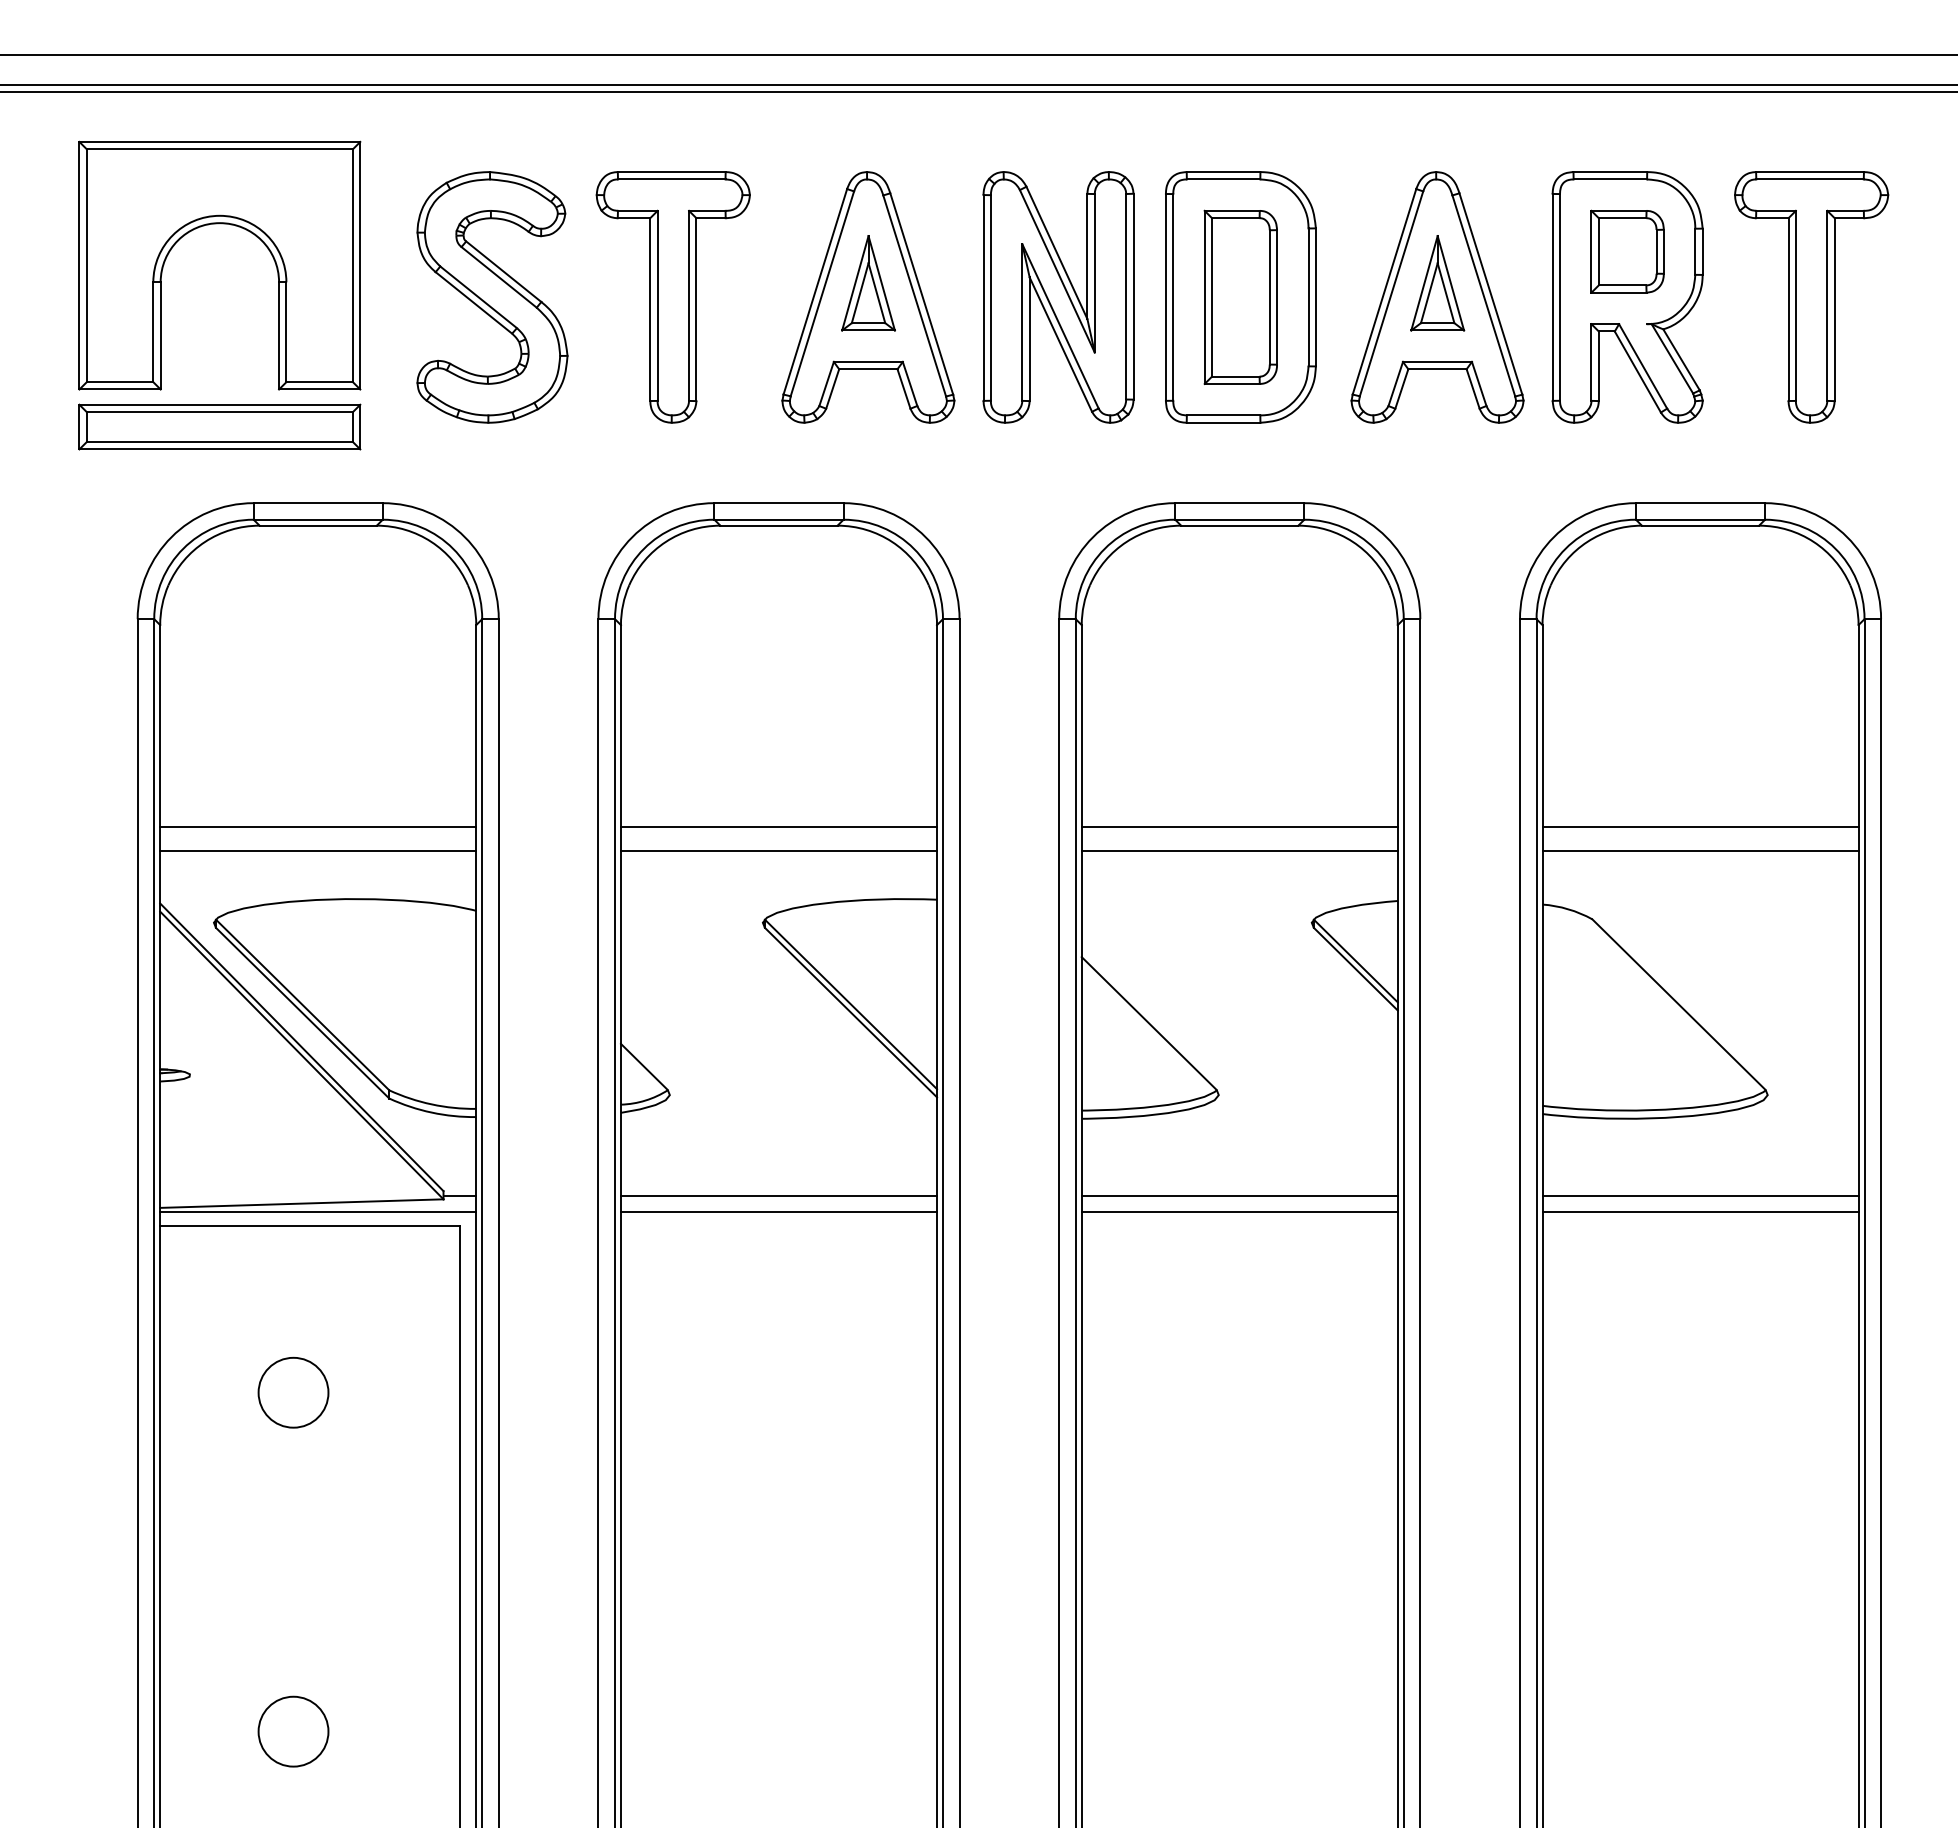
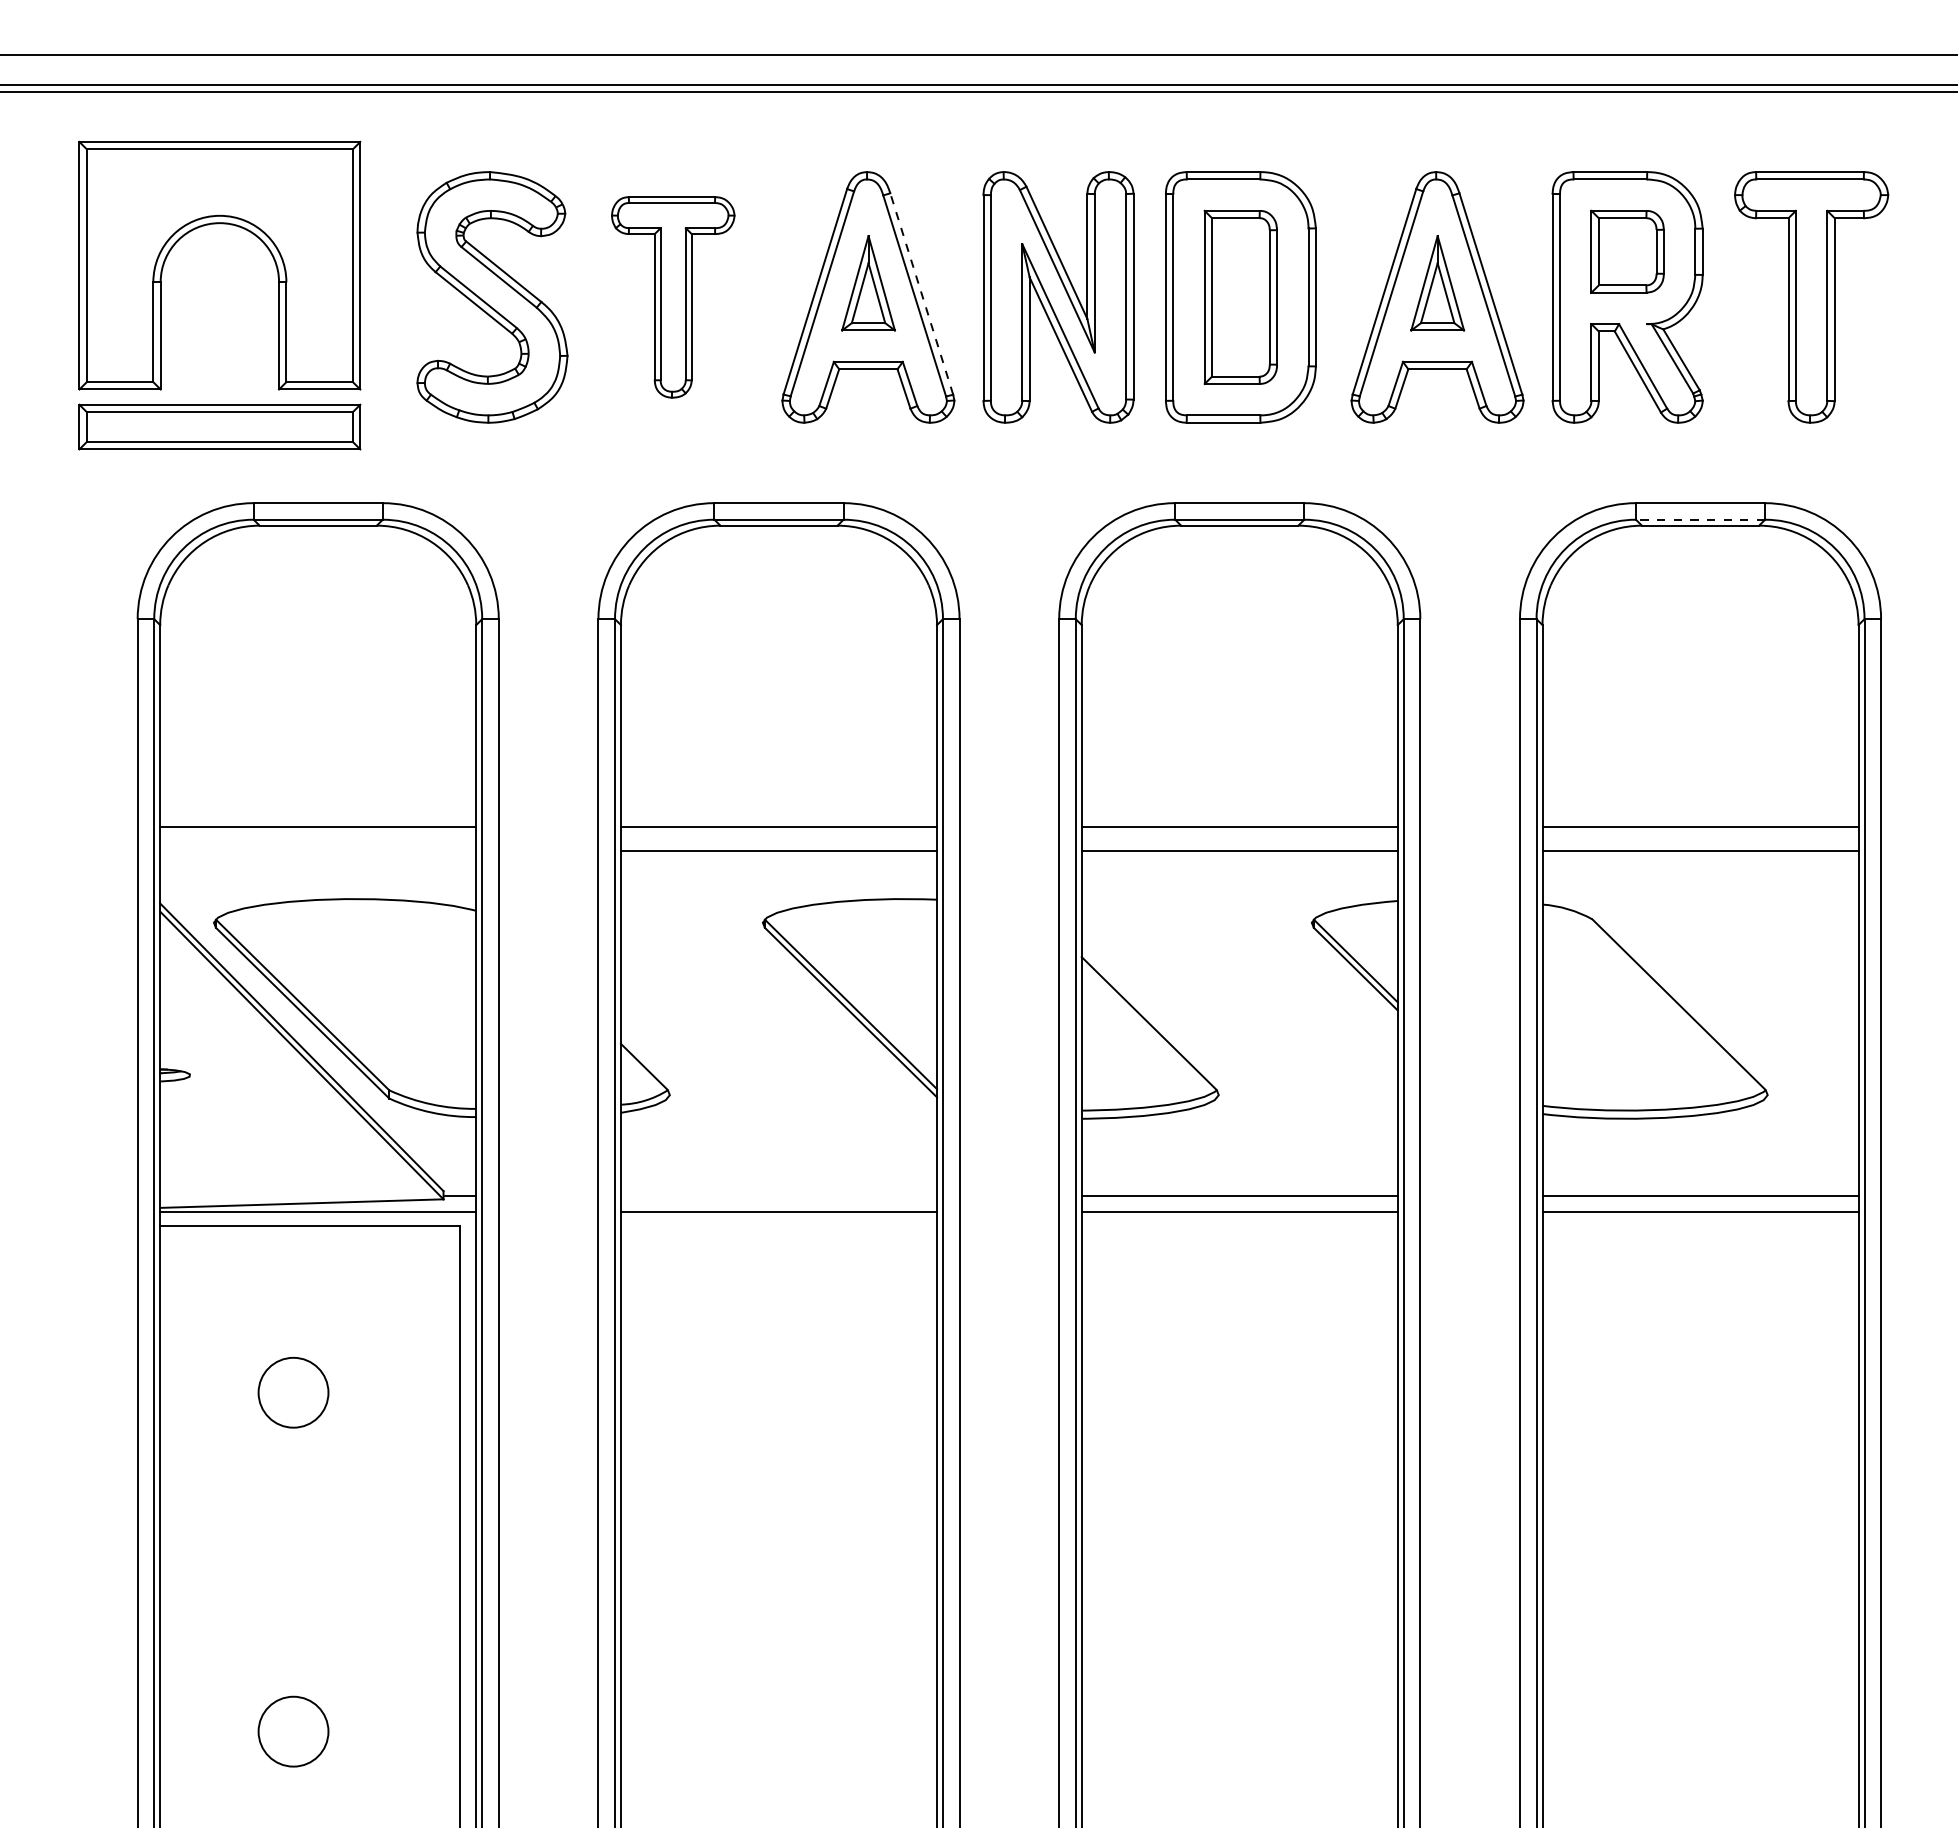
line at (921, 293): solid -> dashed
part at (672, 297) size: 156x253 px -> 125x203 px
line at (1700, 519): solid -> dashed
line at (318, 851): present -> none
line at (778, 1195): present -> none
